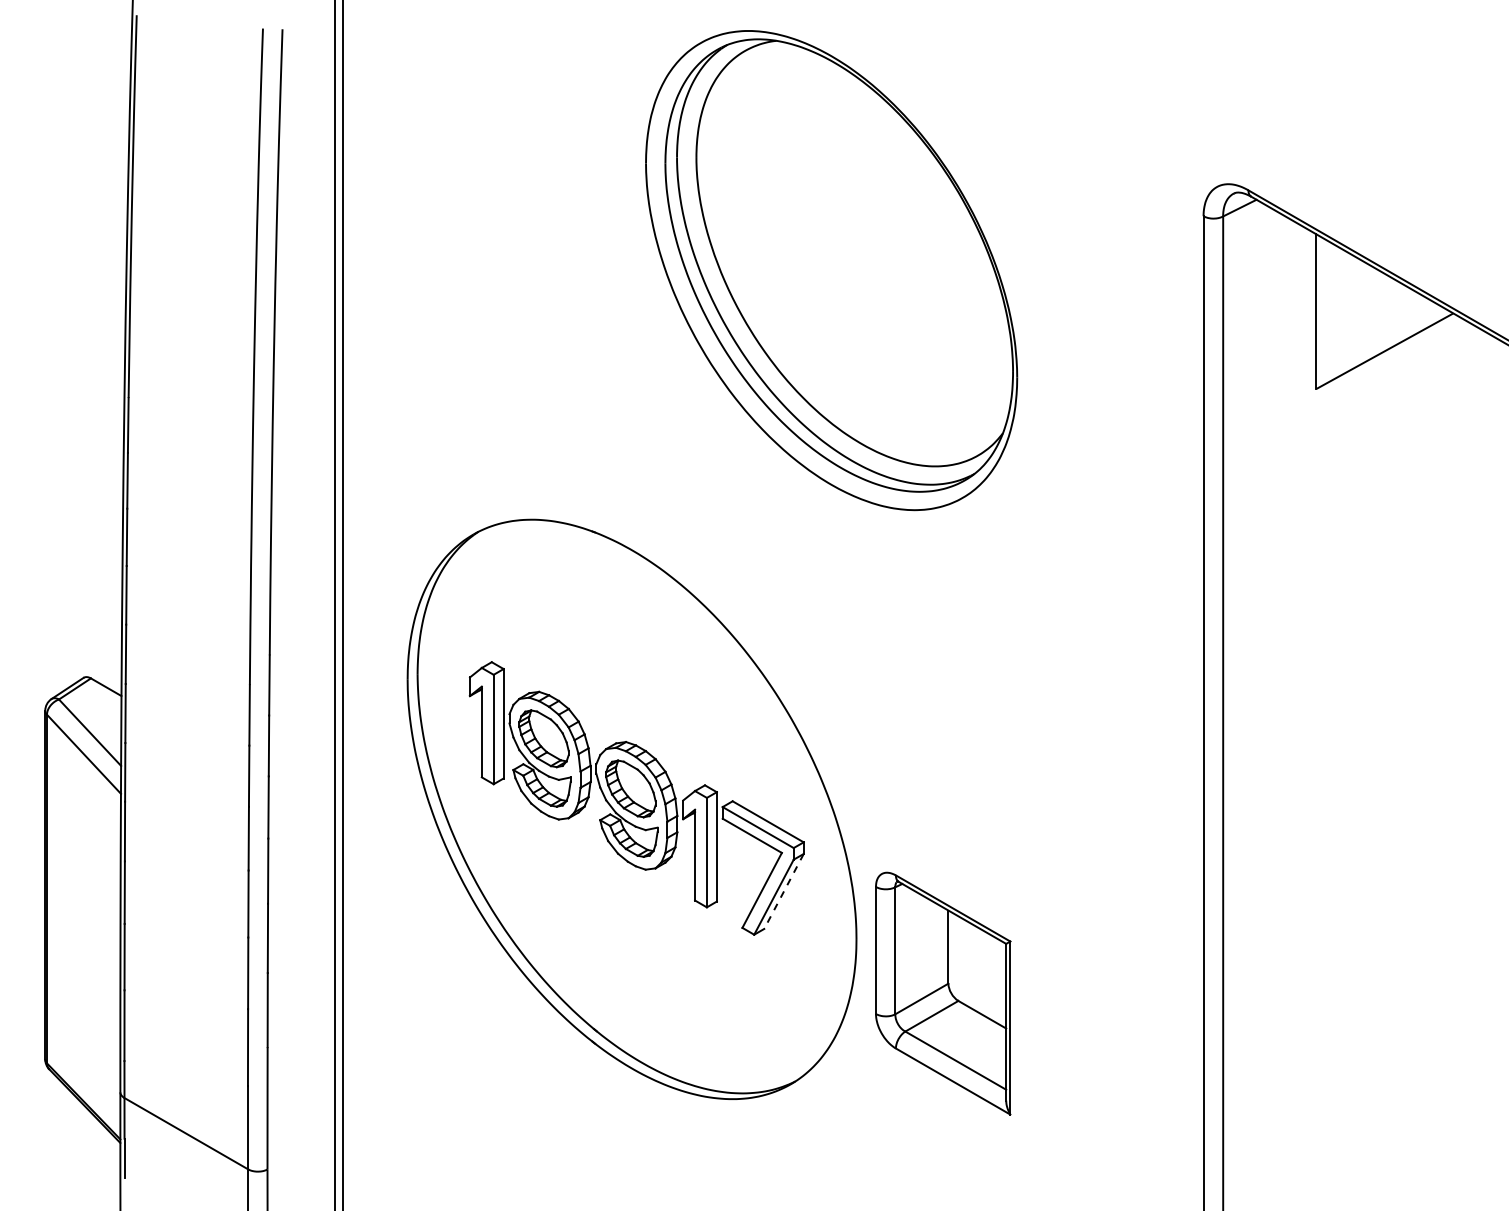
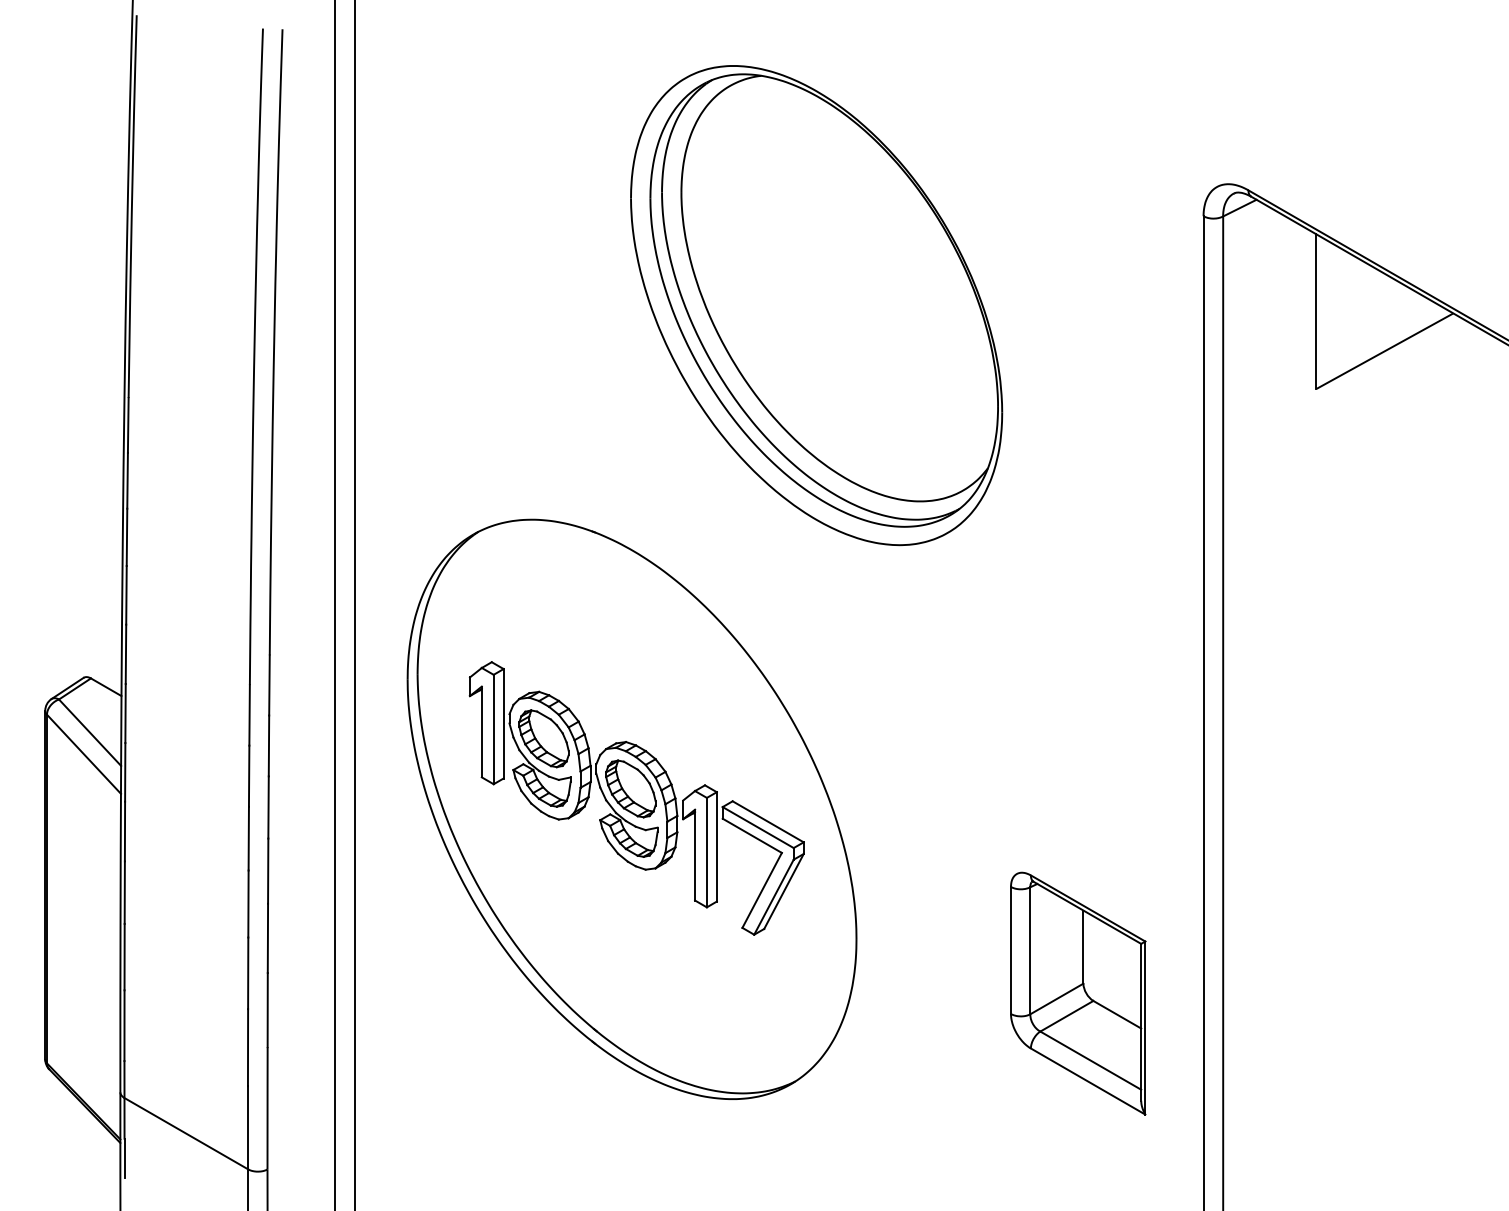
part at (831, 270) position: (831, 270) -> (816, 305)
line at (342, 604) position: (342, 604) -> (354, 604)
line at (783, 891): dashed -> solid
part at (943, 993) position: (943, 993) -> (1078, 993)
